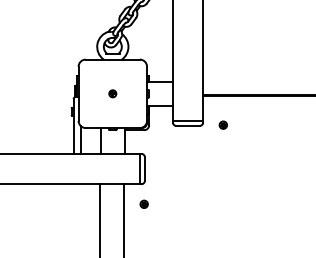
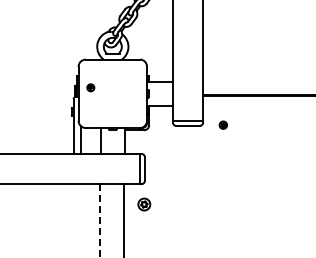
part at (112, 93) position: (112, 93) -> (90, 87)
part at (143, 203) size: 10x10 px -> 15x15 px
line at (99, 221): solid -> dashed
